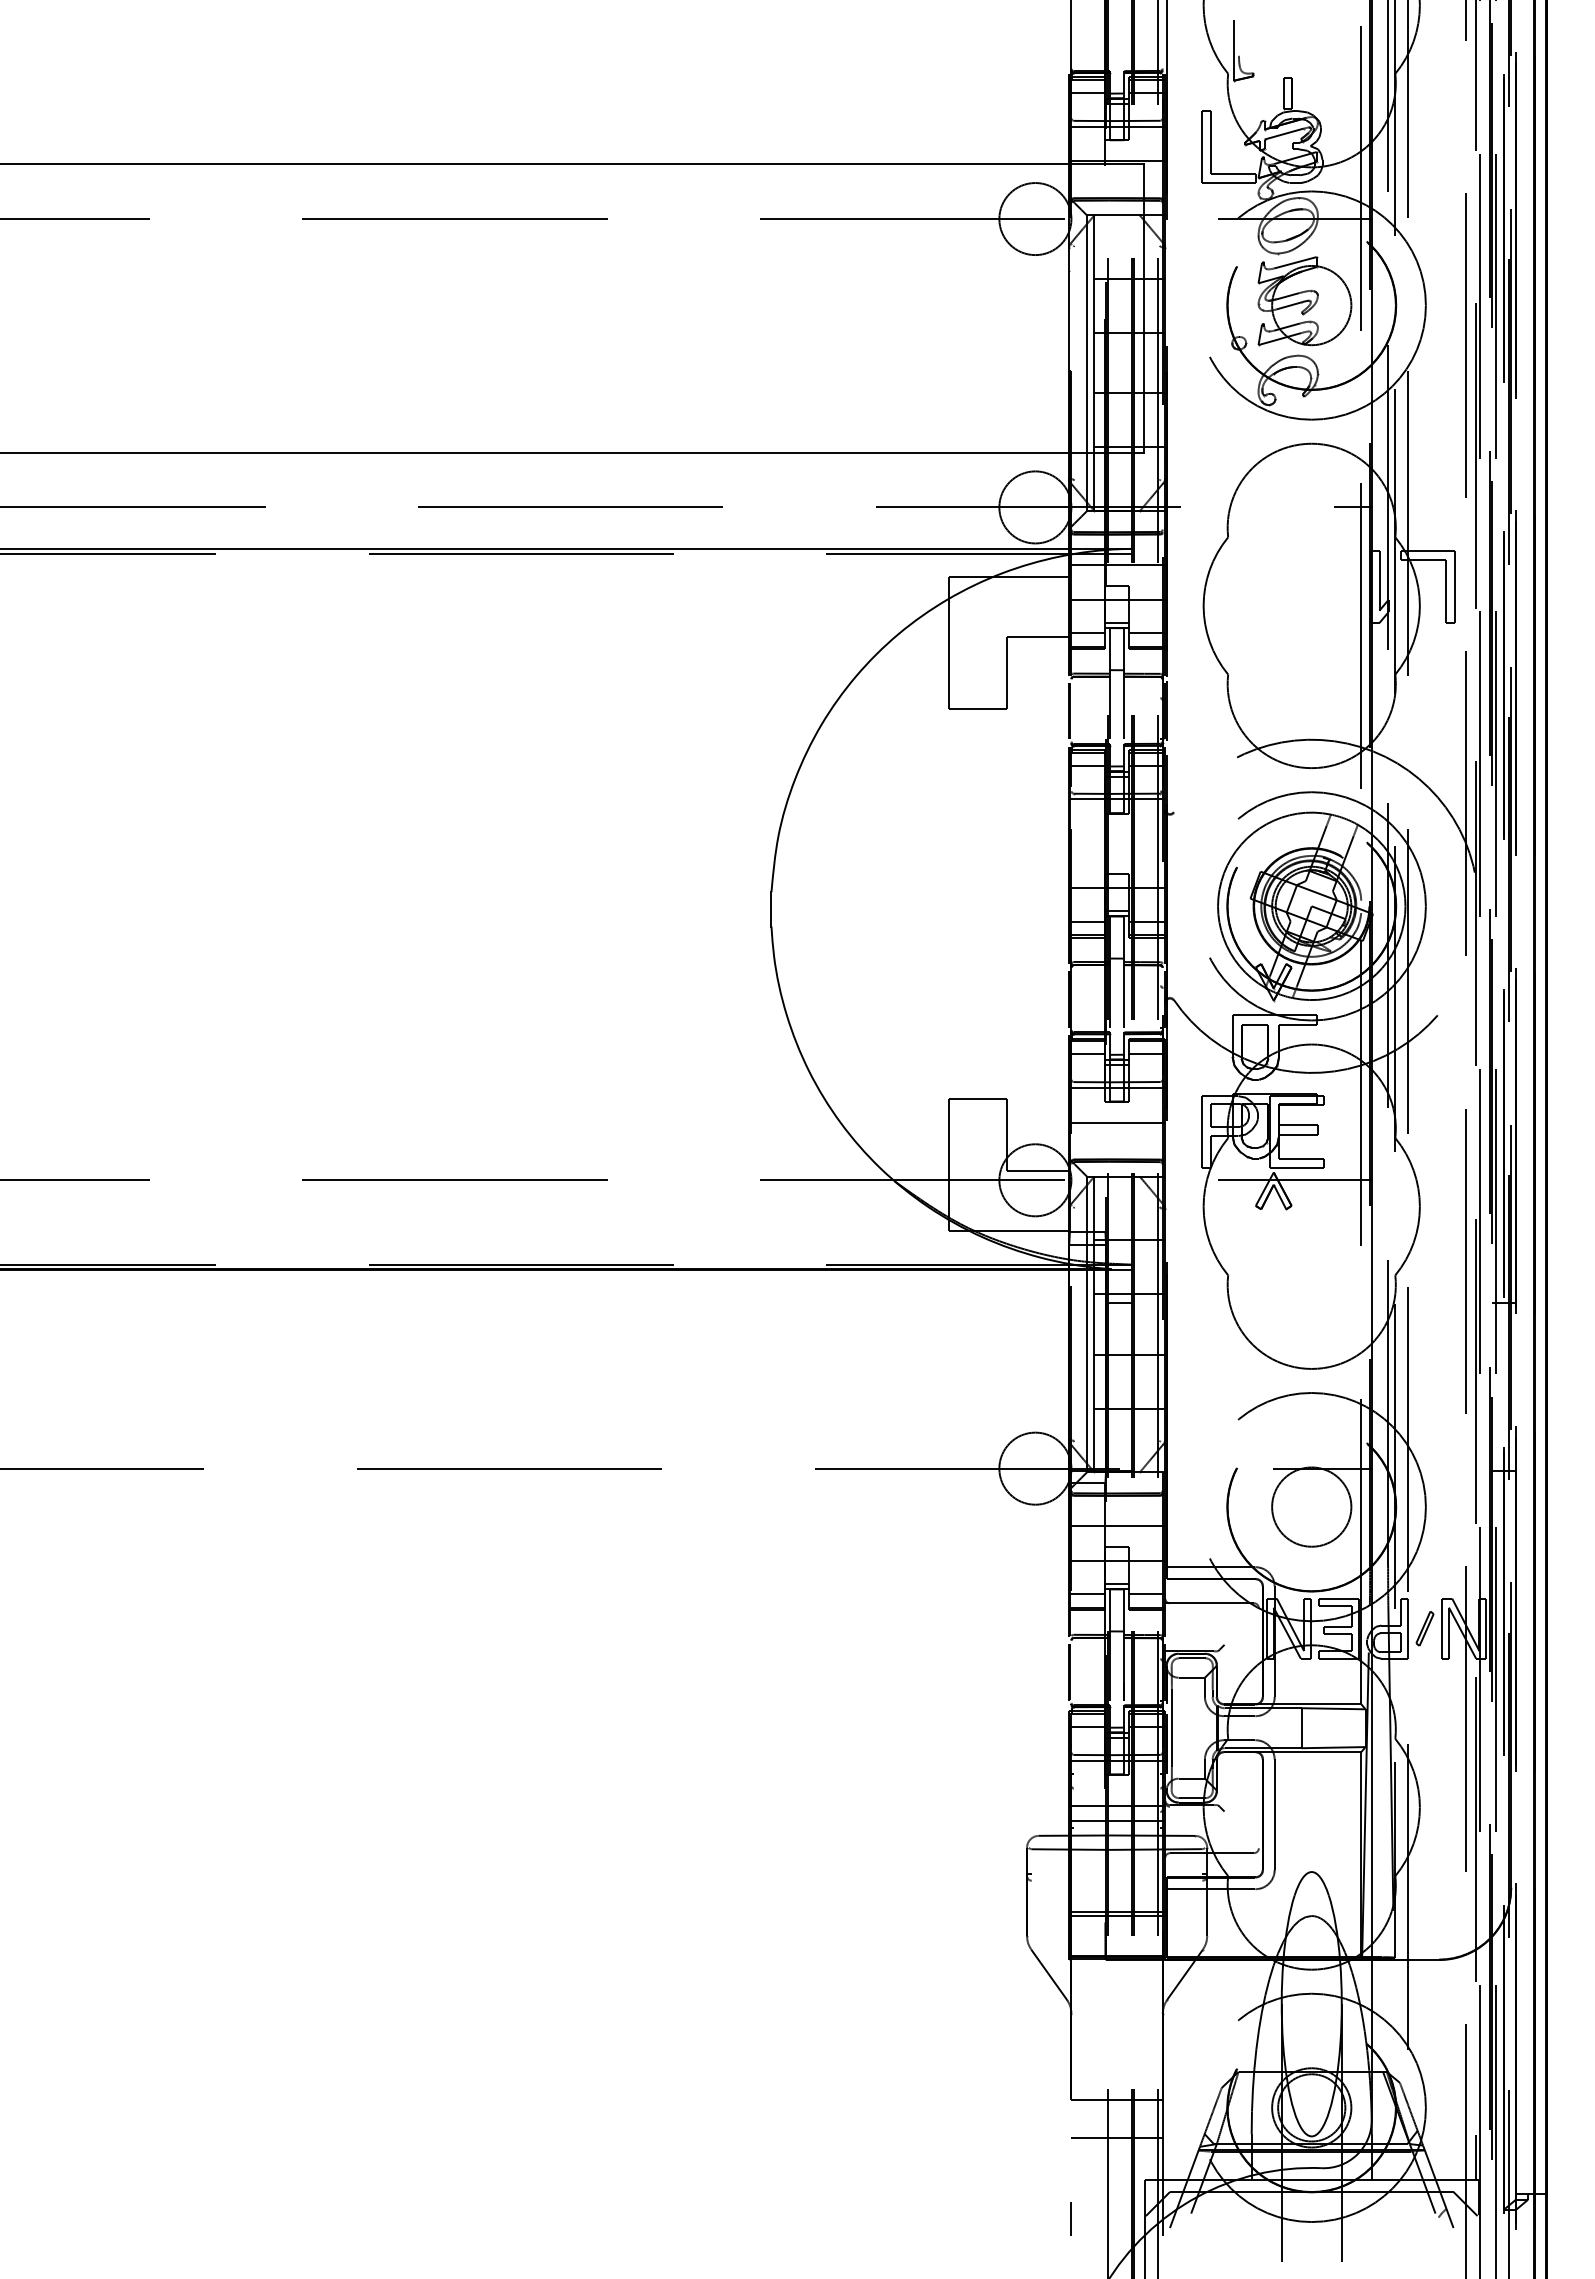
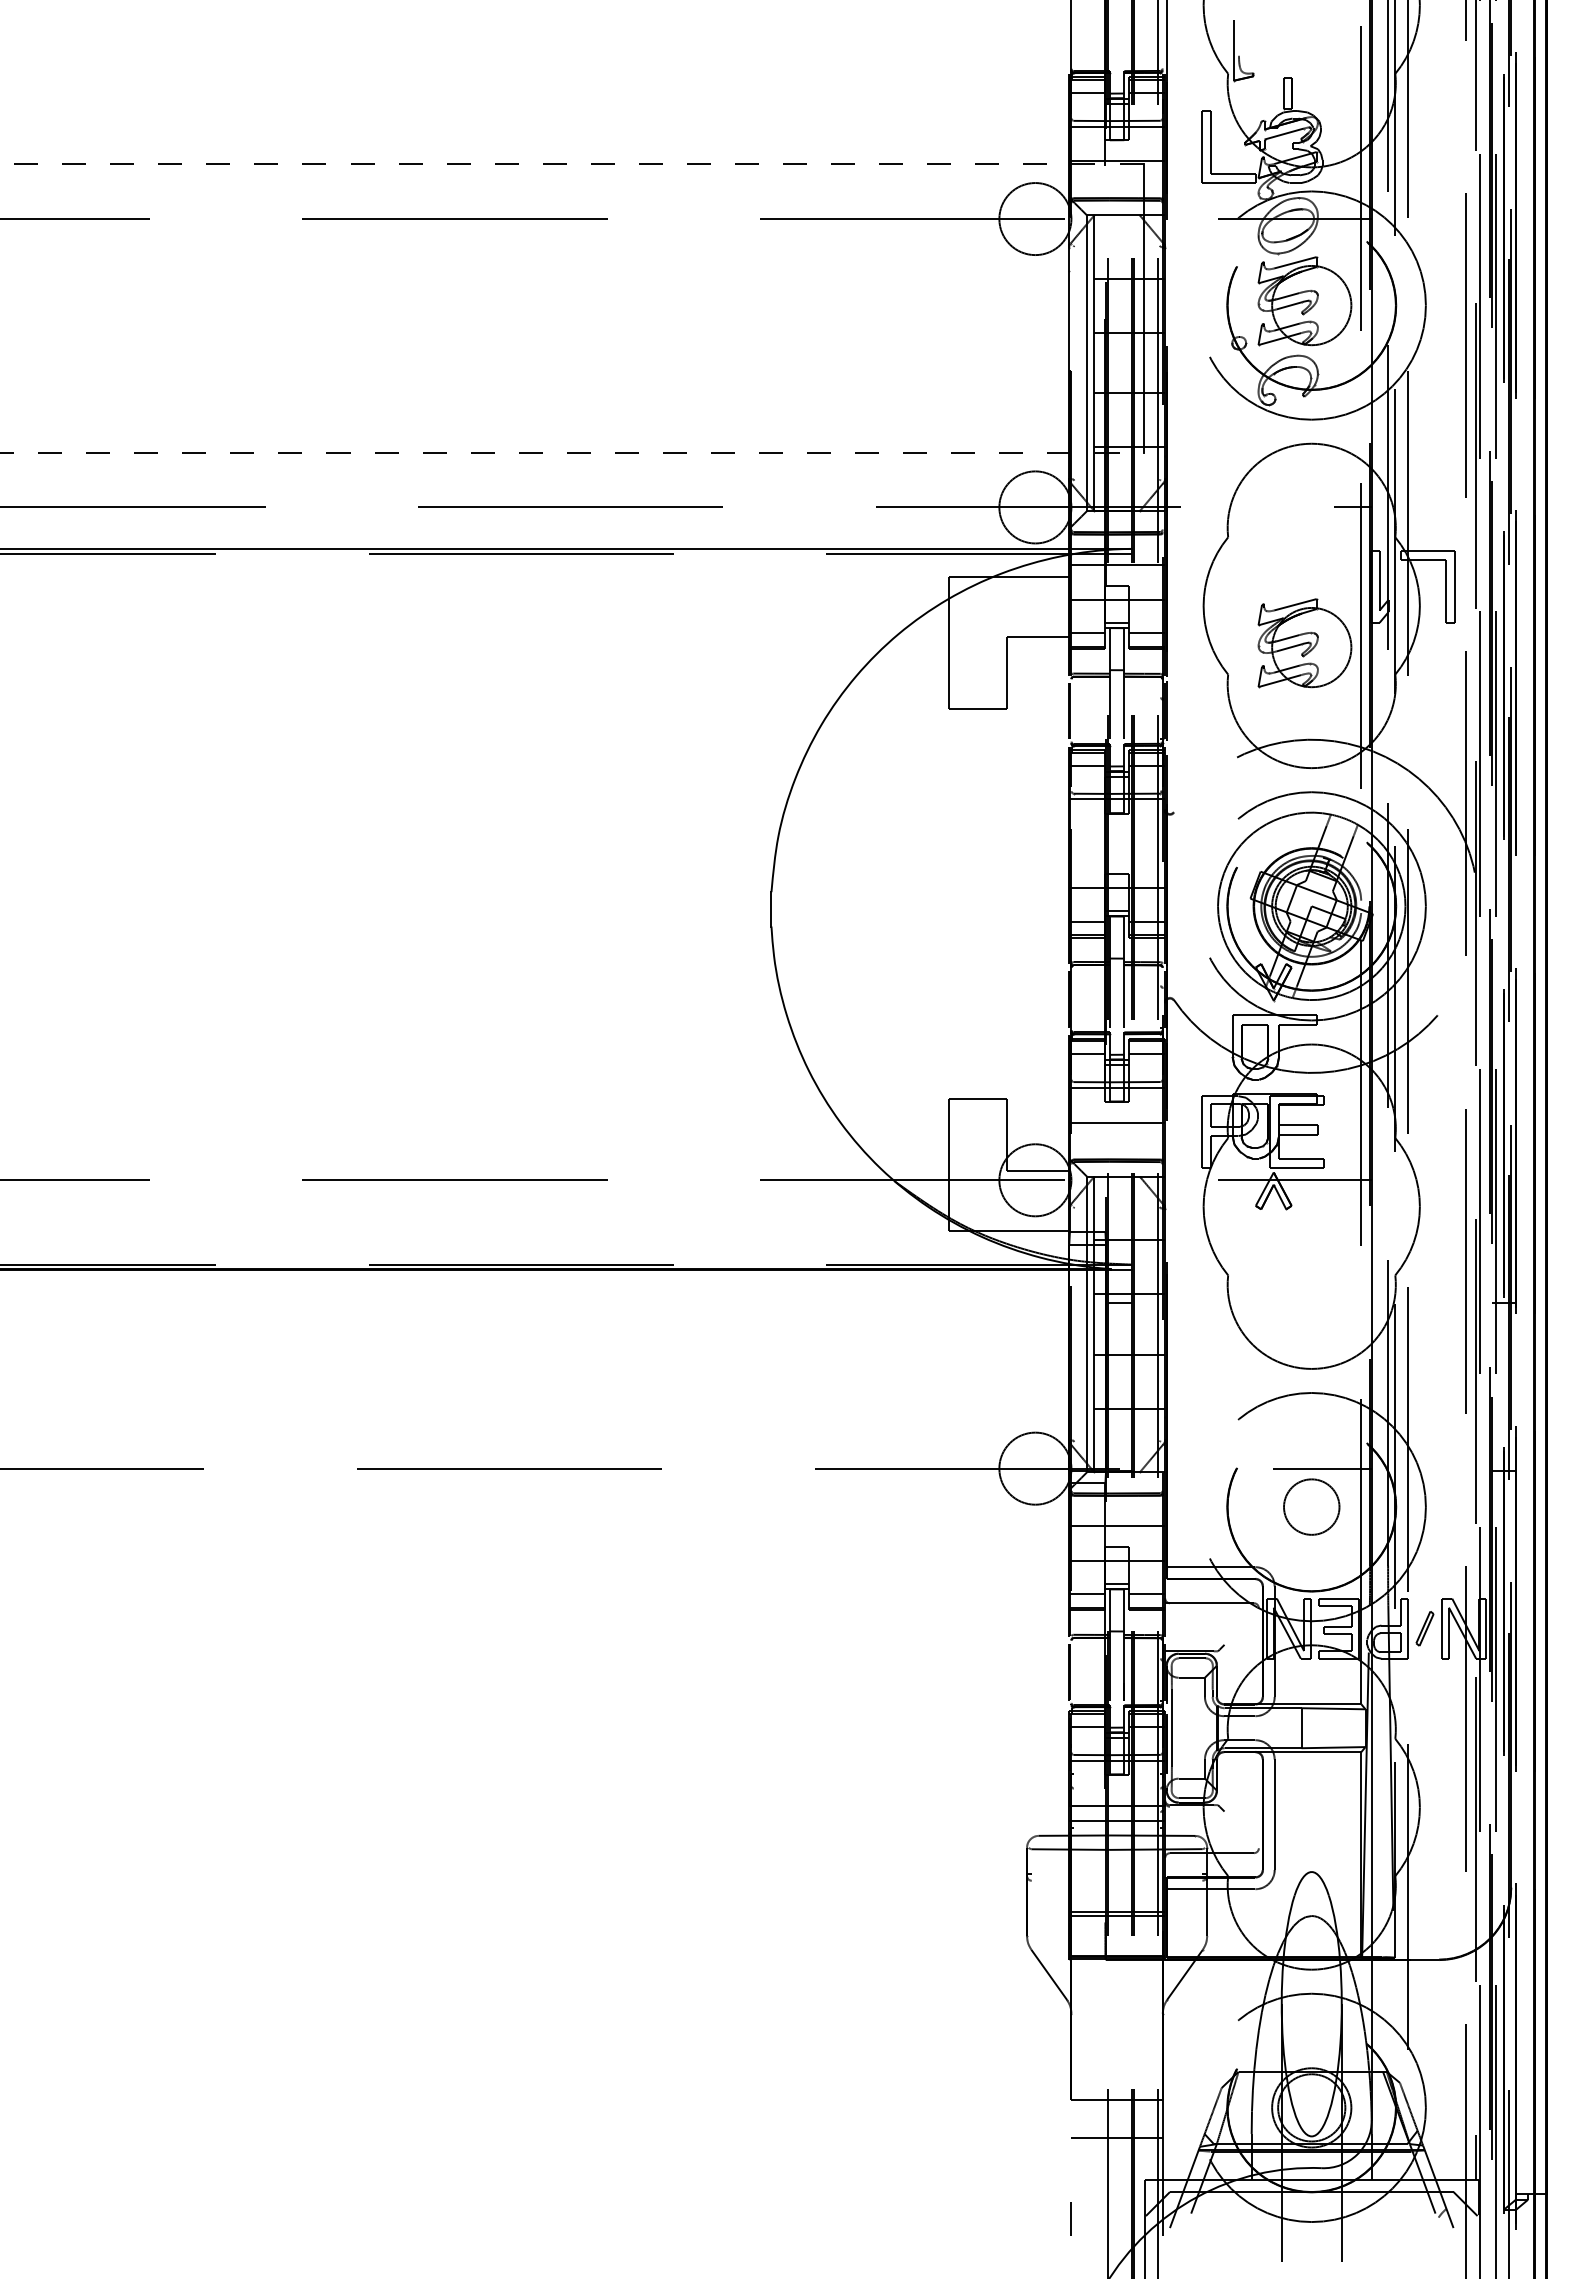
line at (571, 164): solid -> dashed
line at (572, 452): solid -> dashed
part at (1304, 643): none -> present
circle at (1311, 1506) diameter: 79 px -> 56 px
